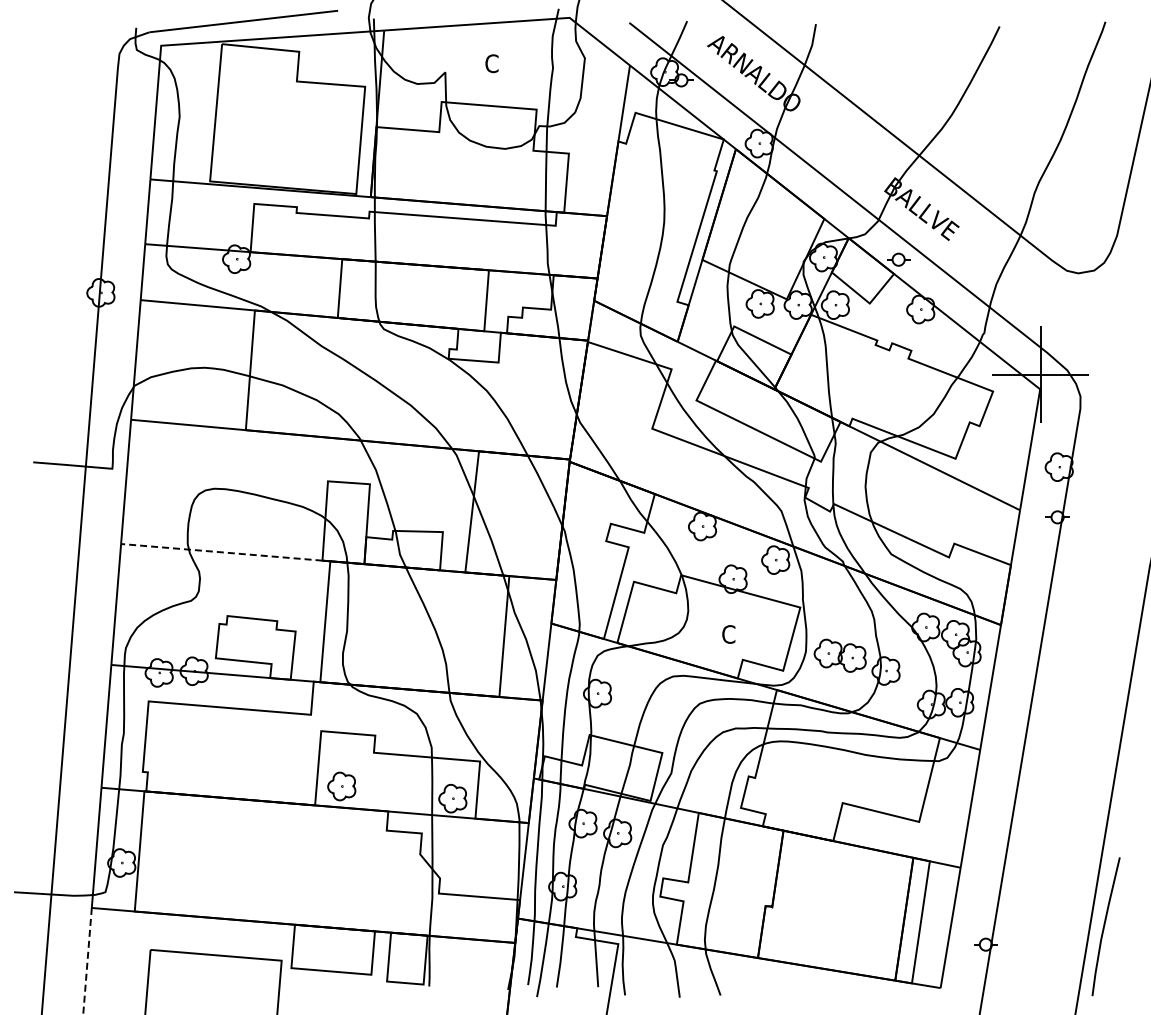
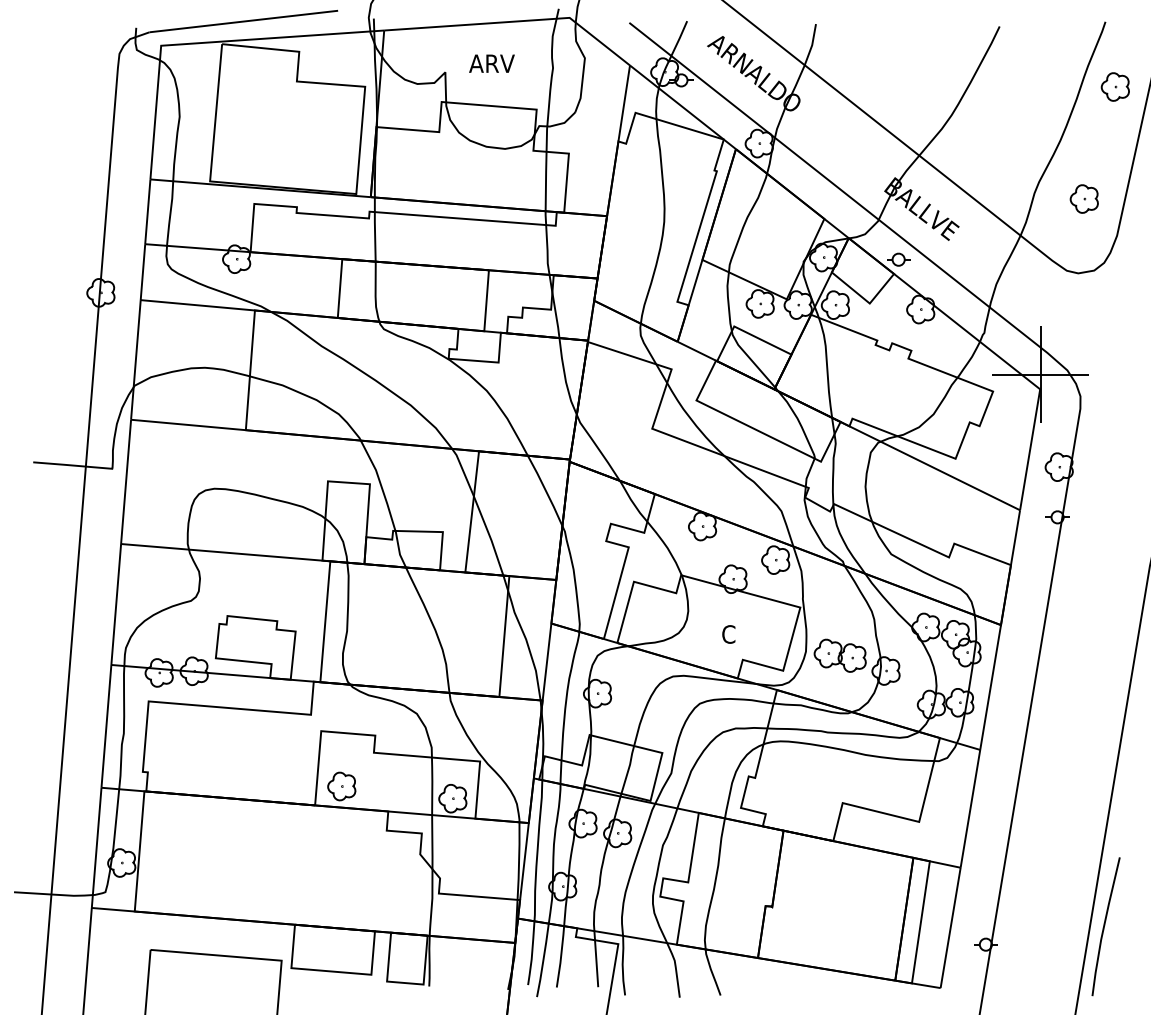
text at (491, 63): C -> ARV
part at (1114, 86): none -> present
part at (1083, 198): none -> present
line at (221, 552): dashed -> solid
line at (87, 961): dashed -> solid
